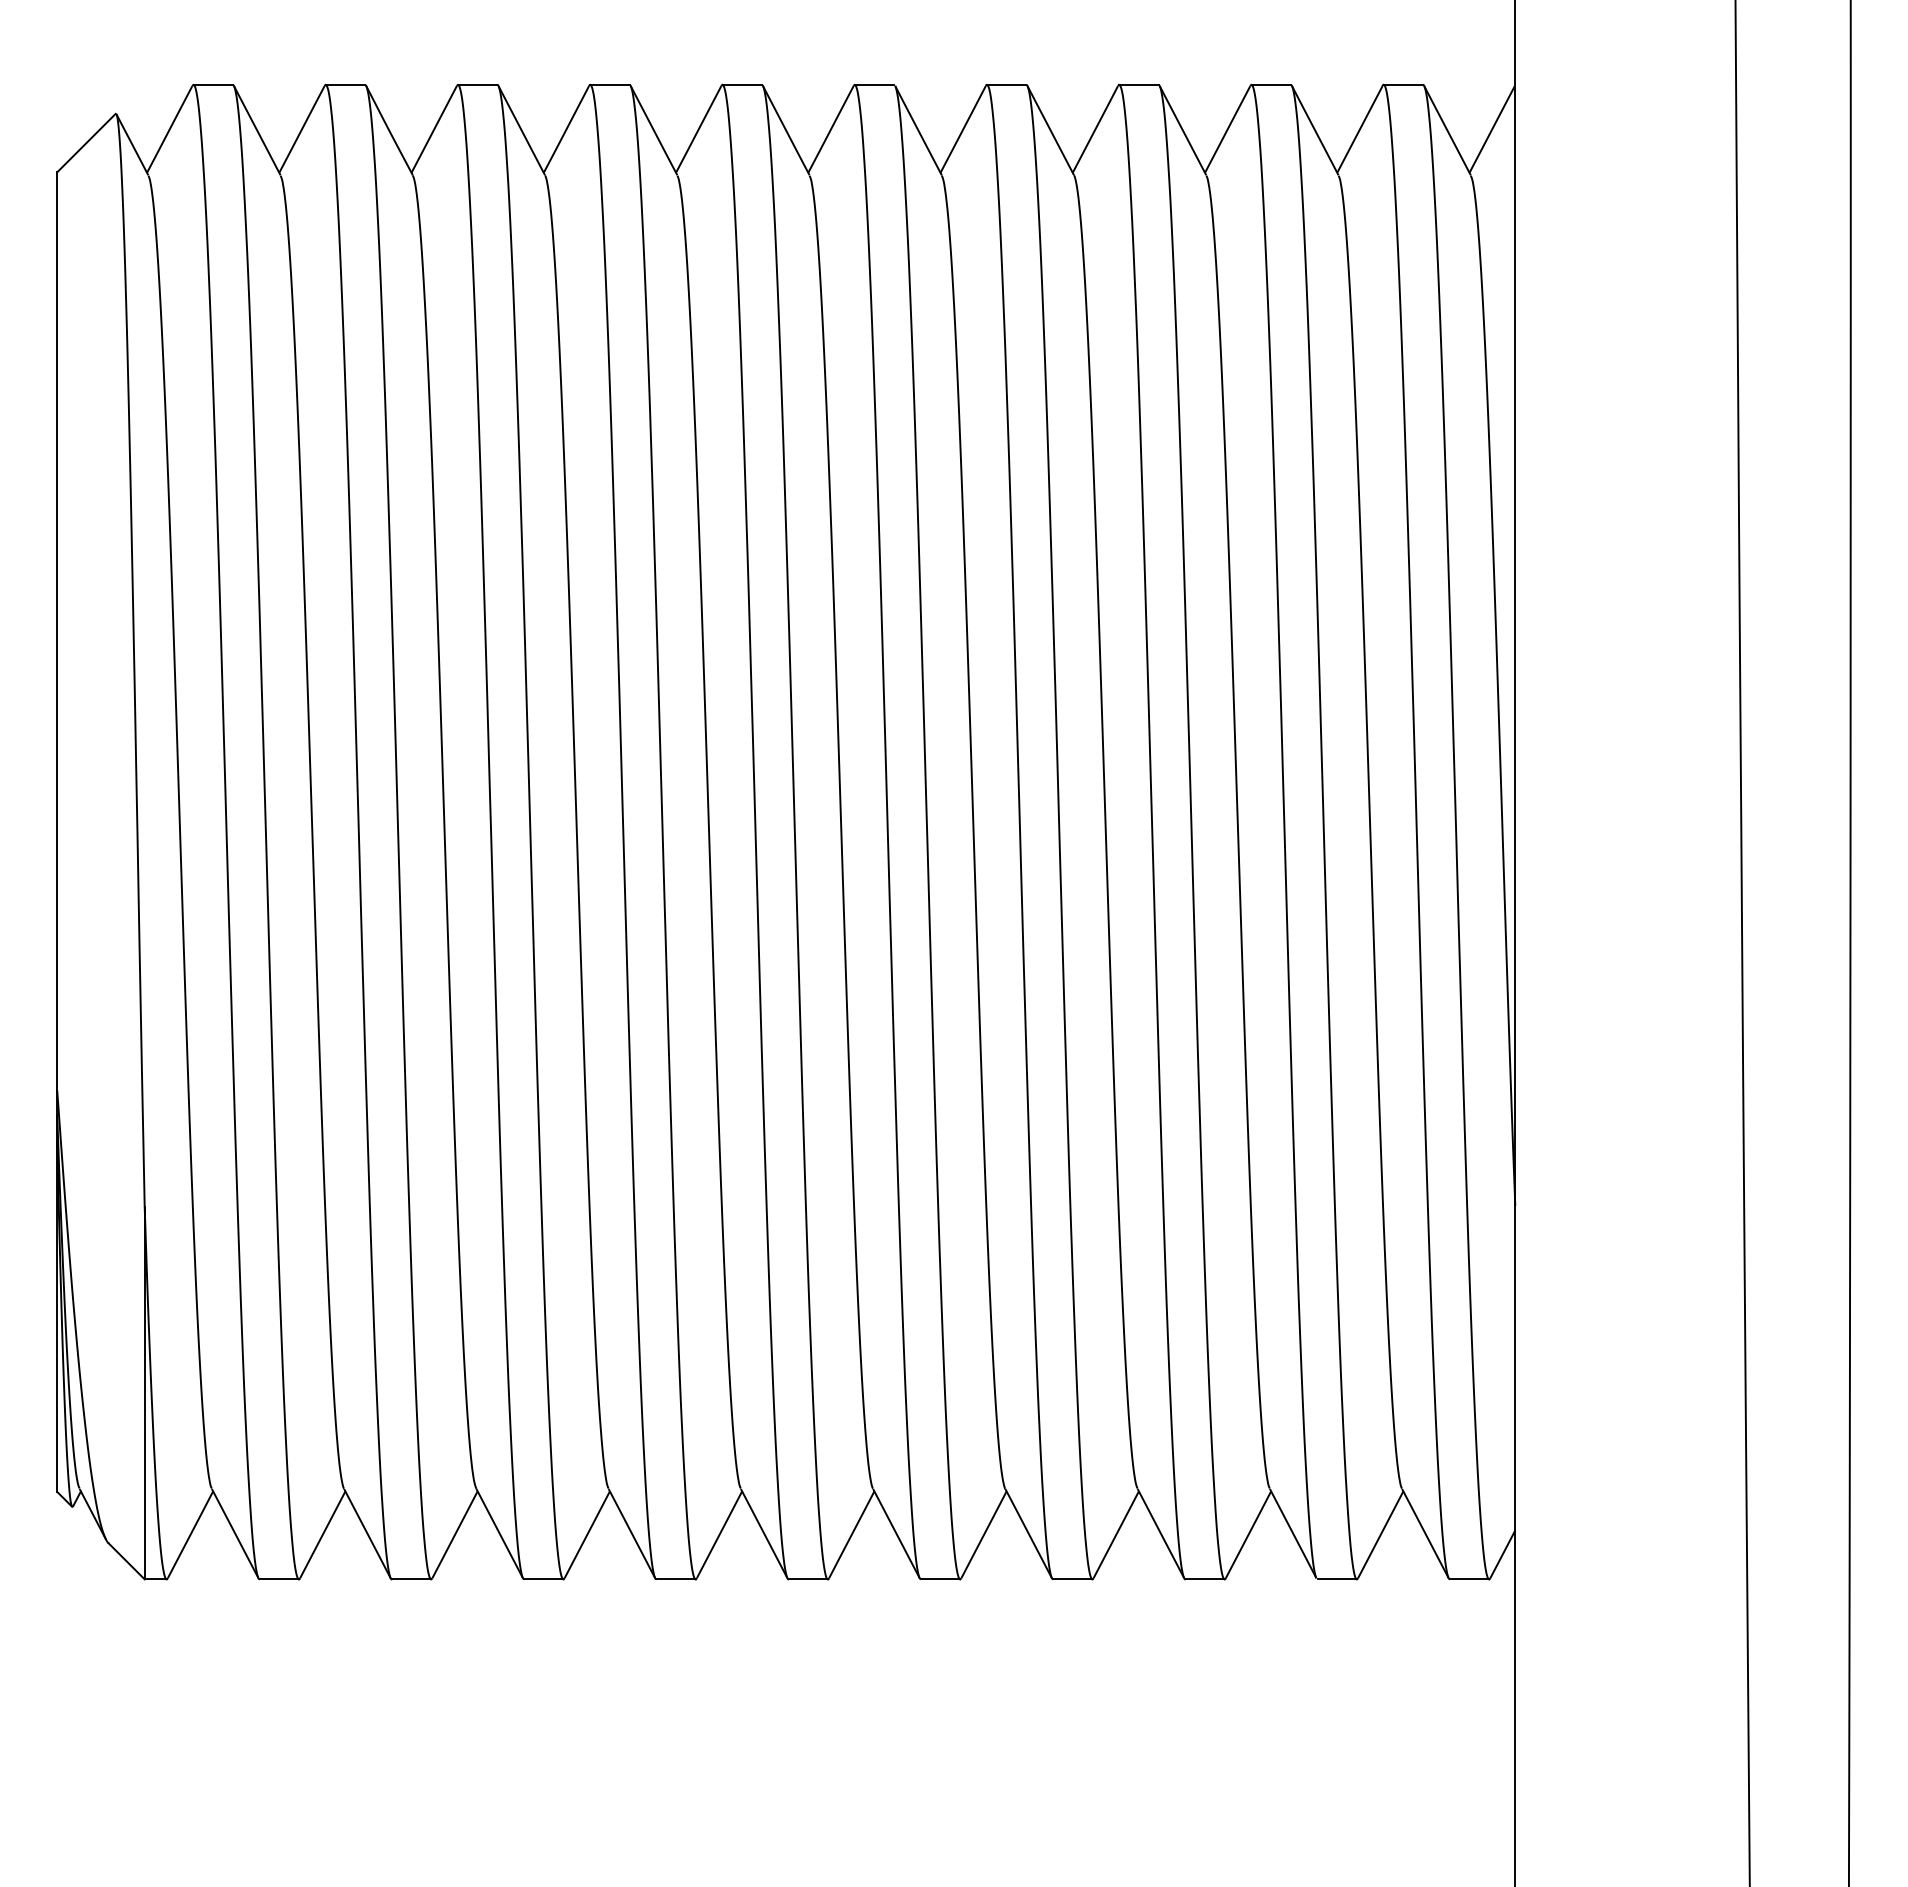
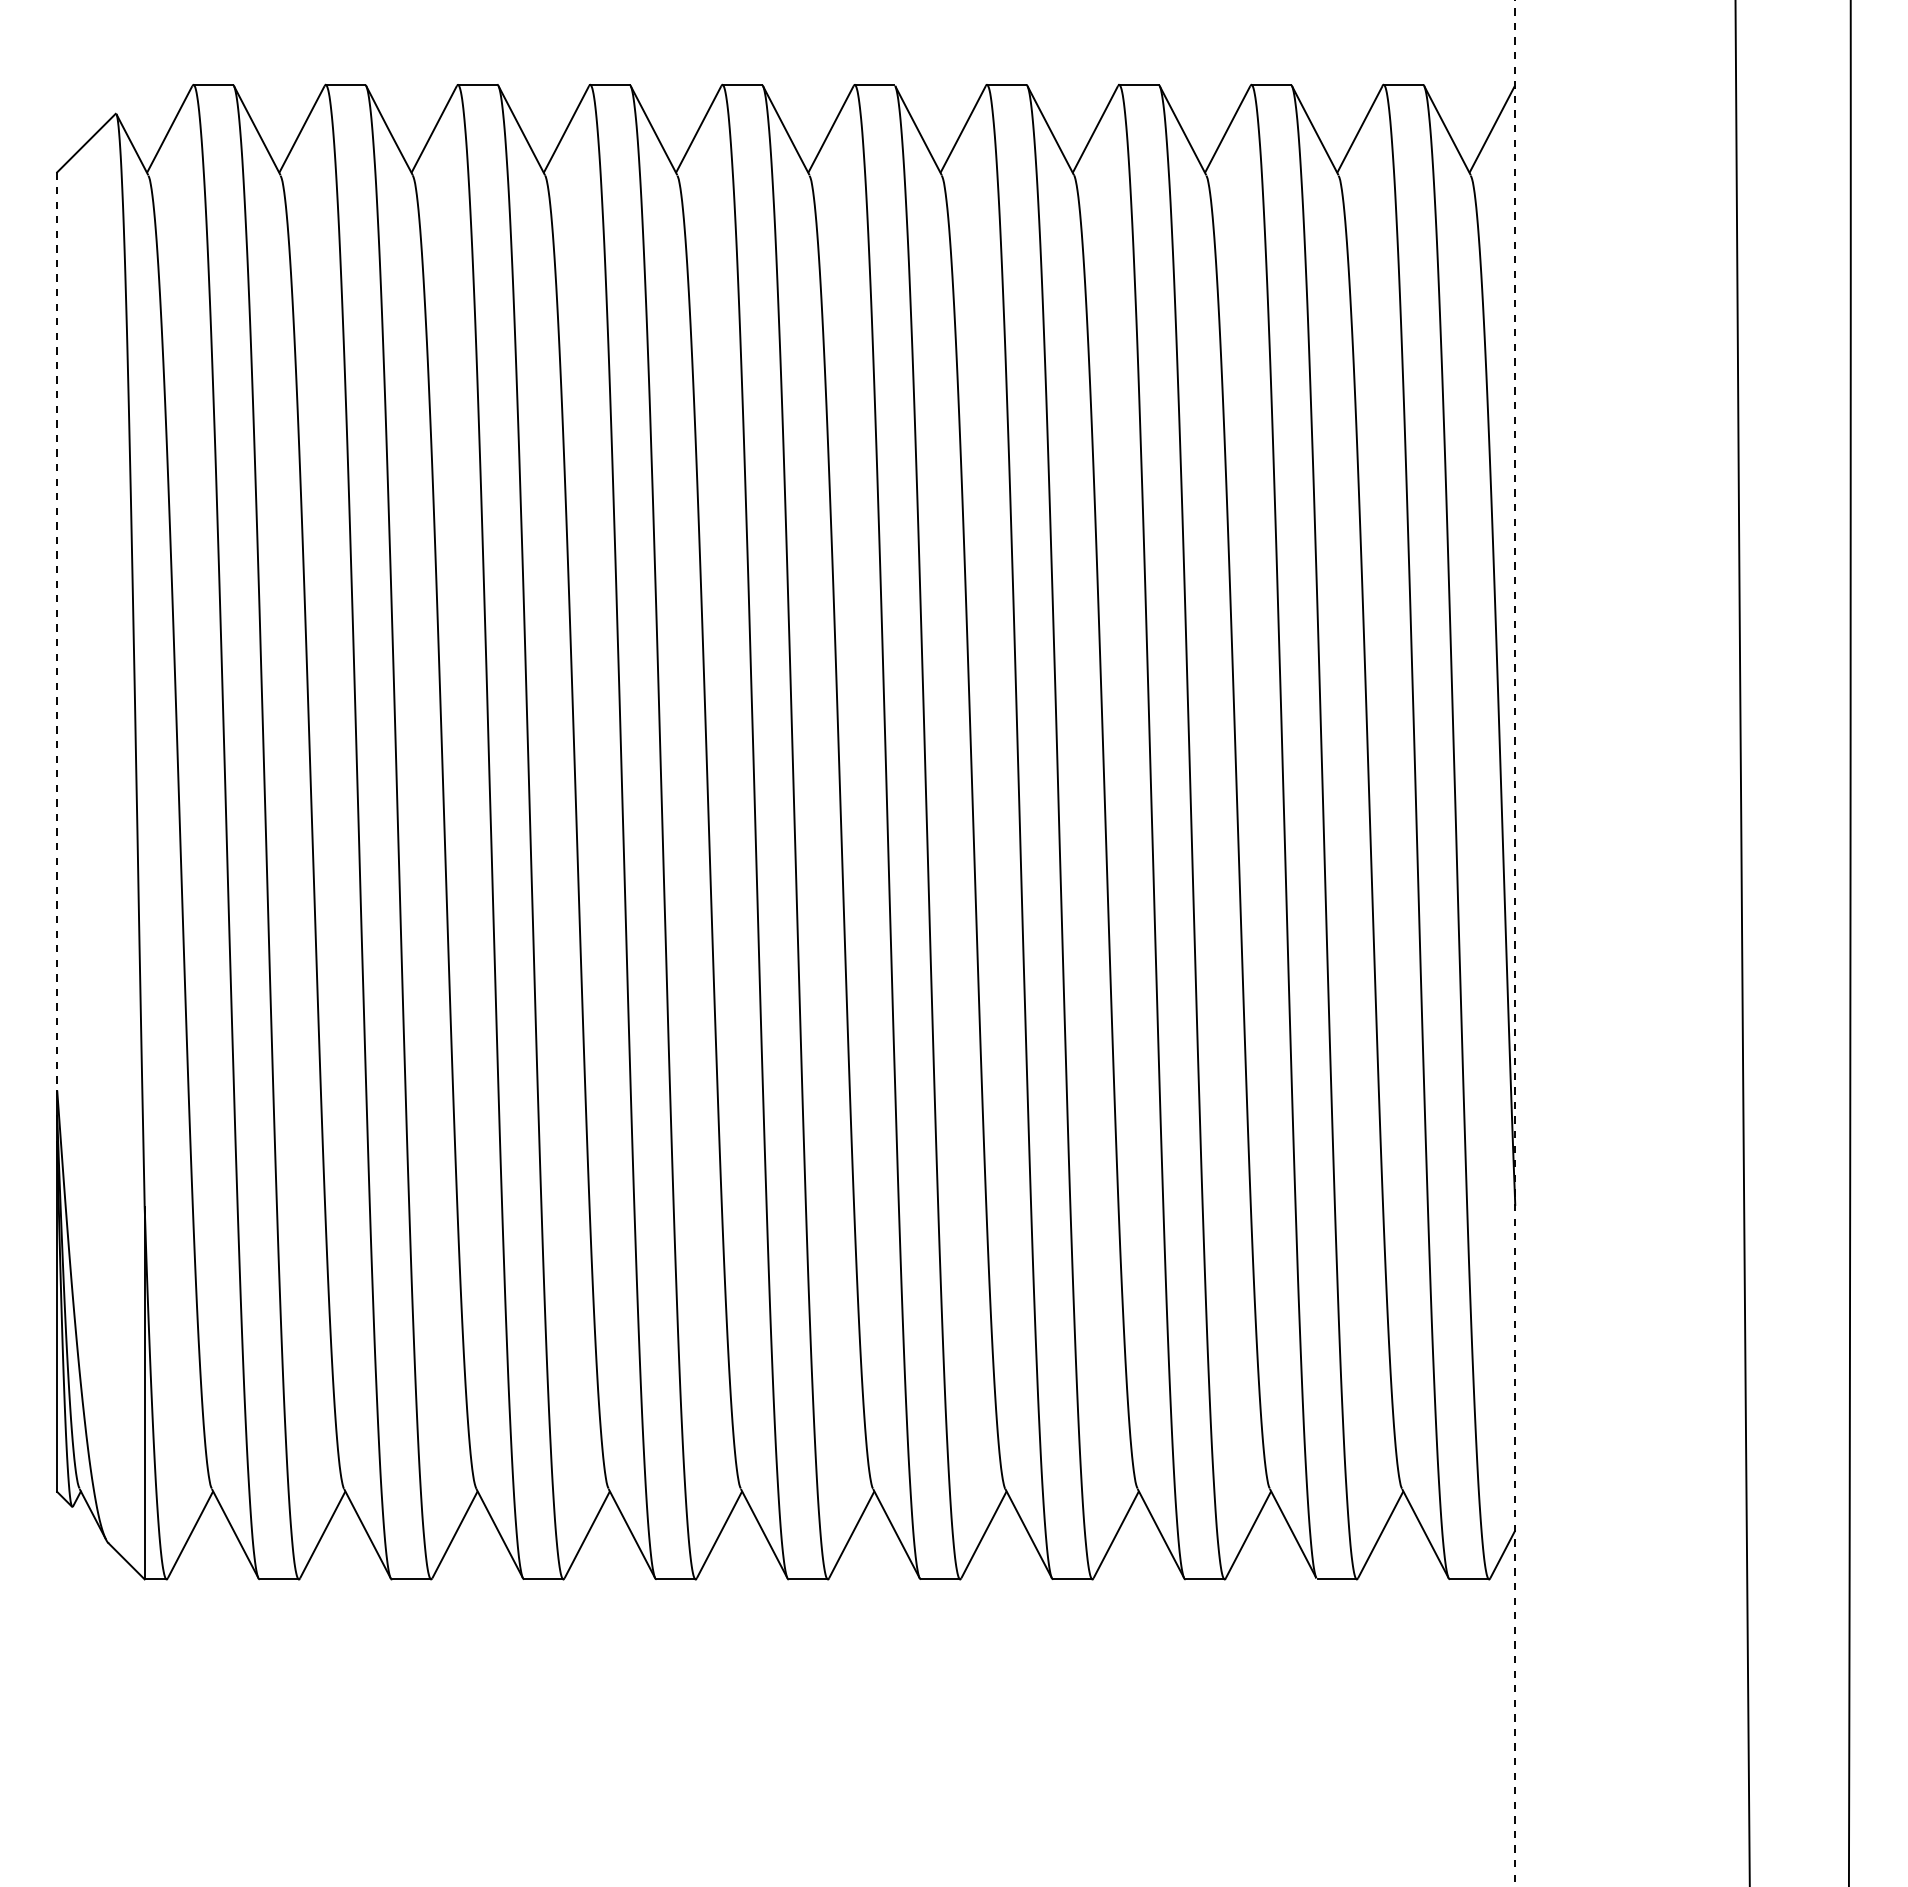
line at (57, 631): solid -> dashed
line at (1515, 943): solid -> dashed
